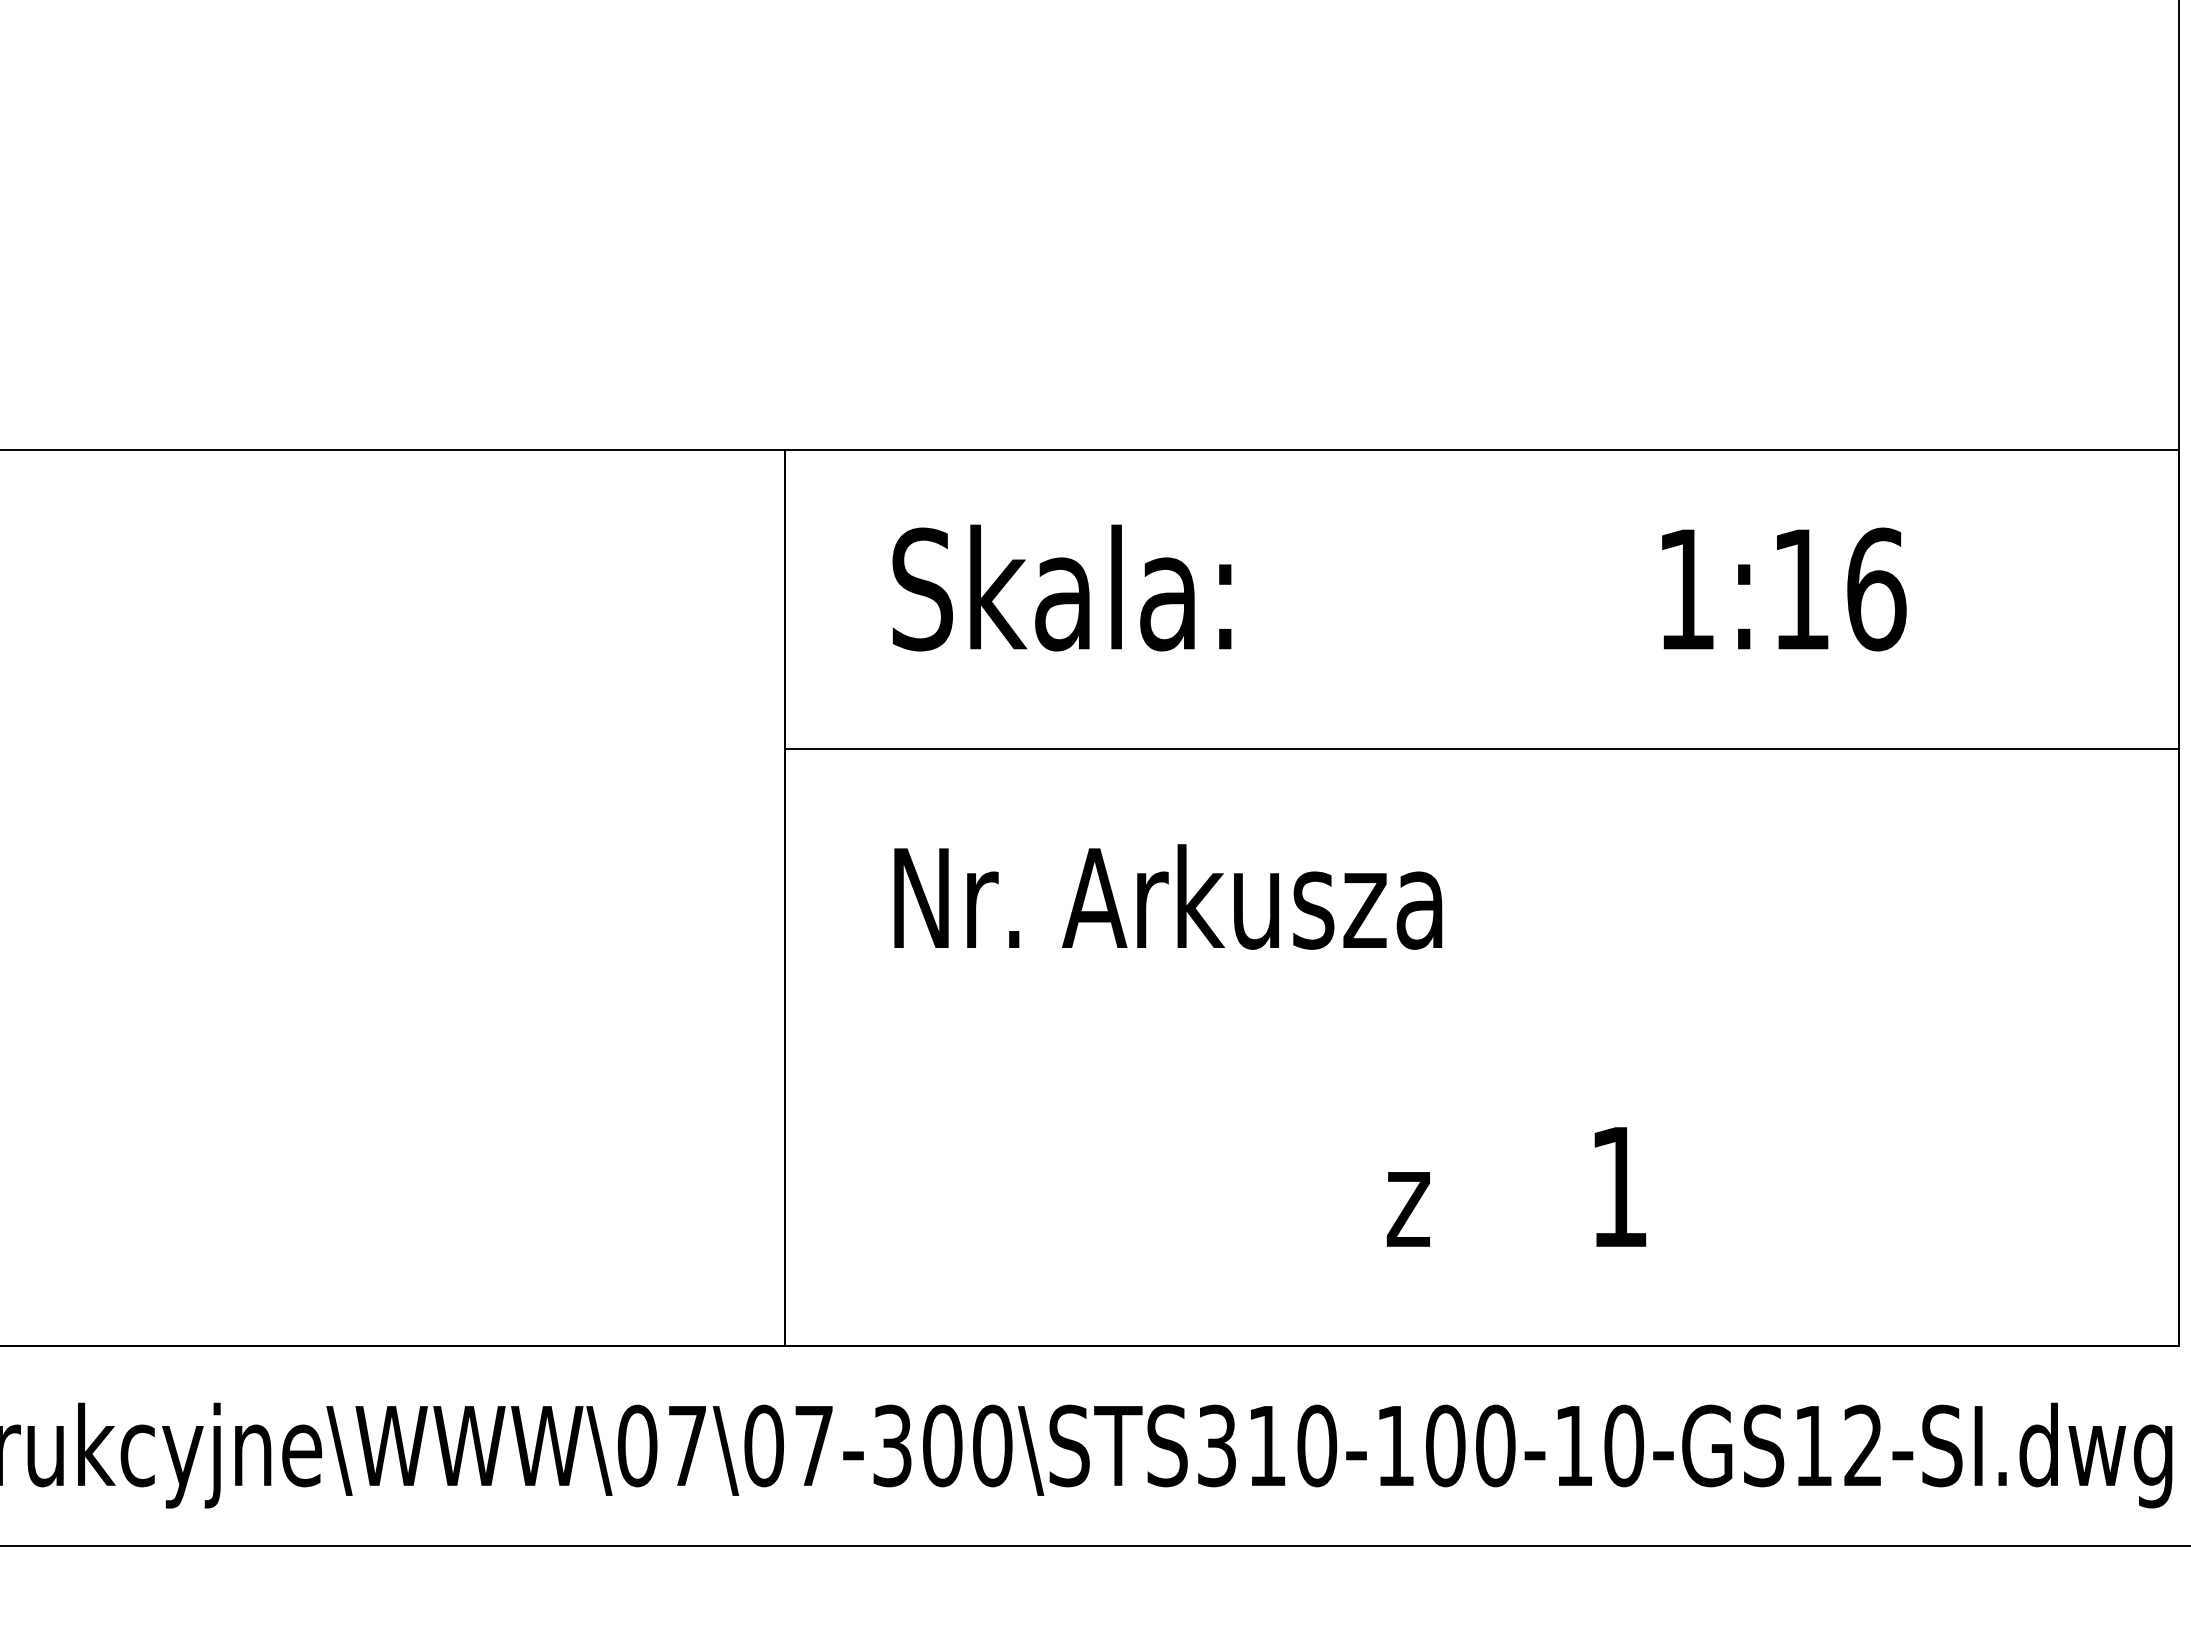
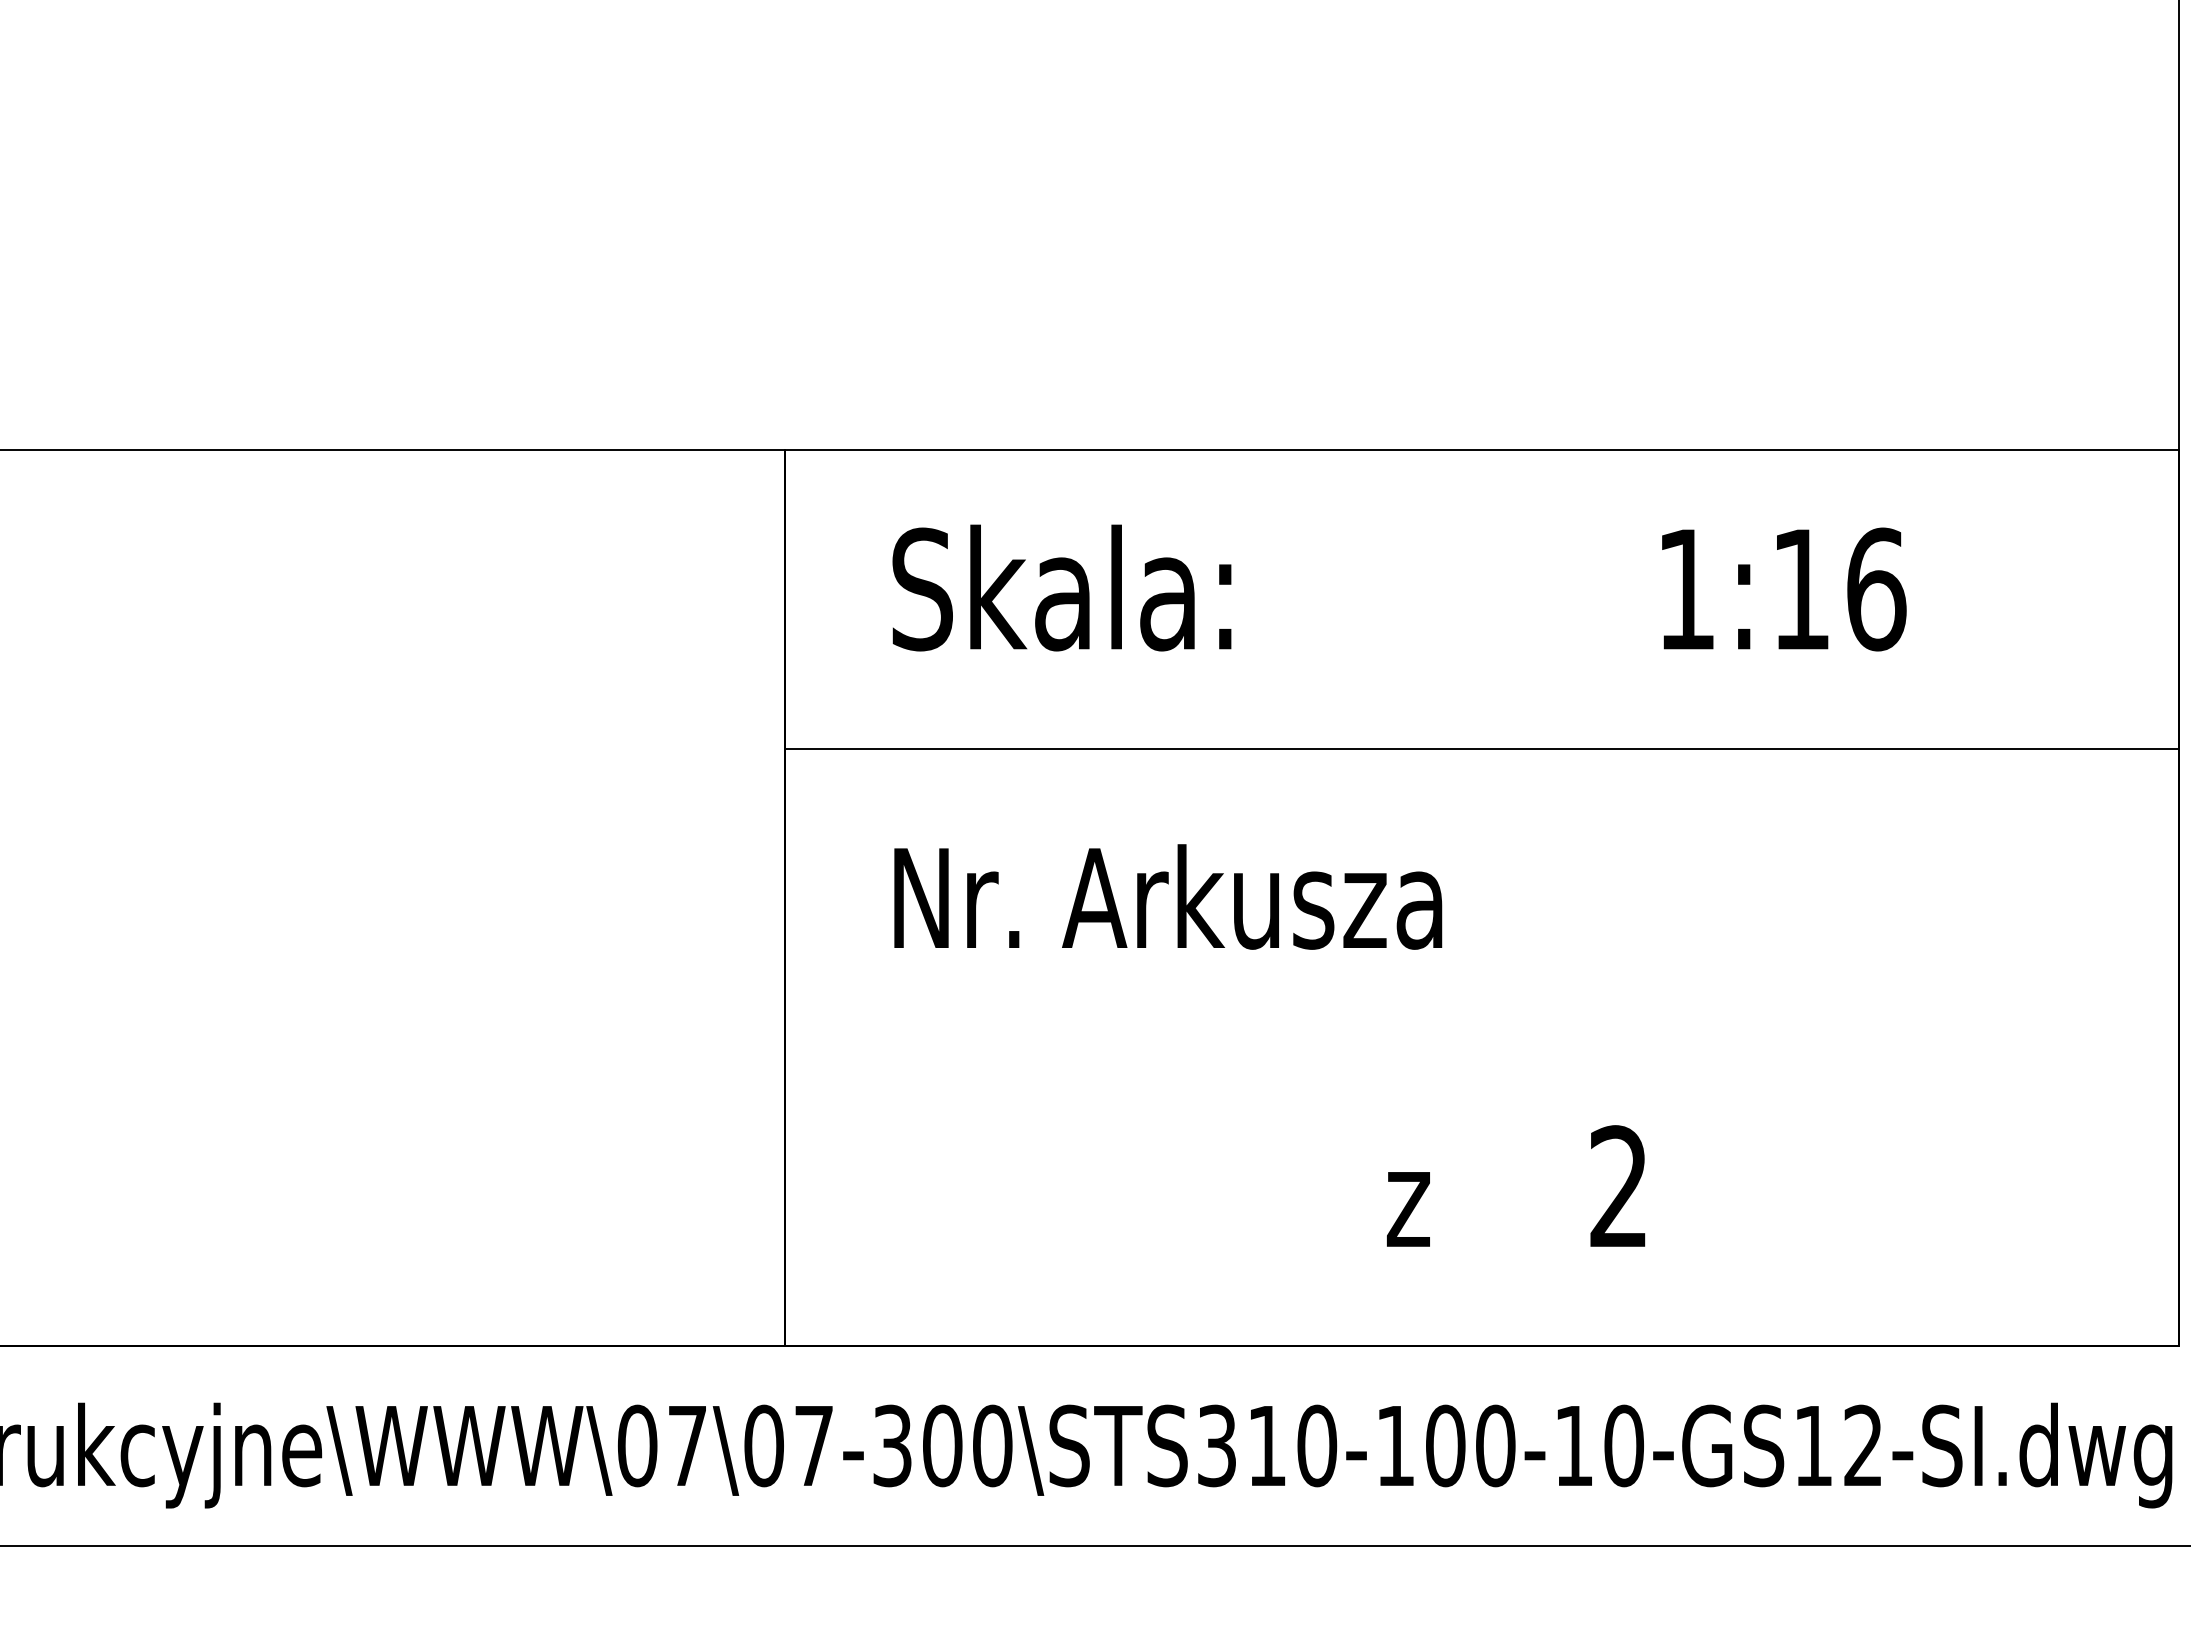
text at (1618, 1185): 1 -> 2
